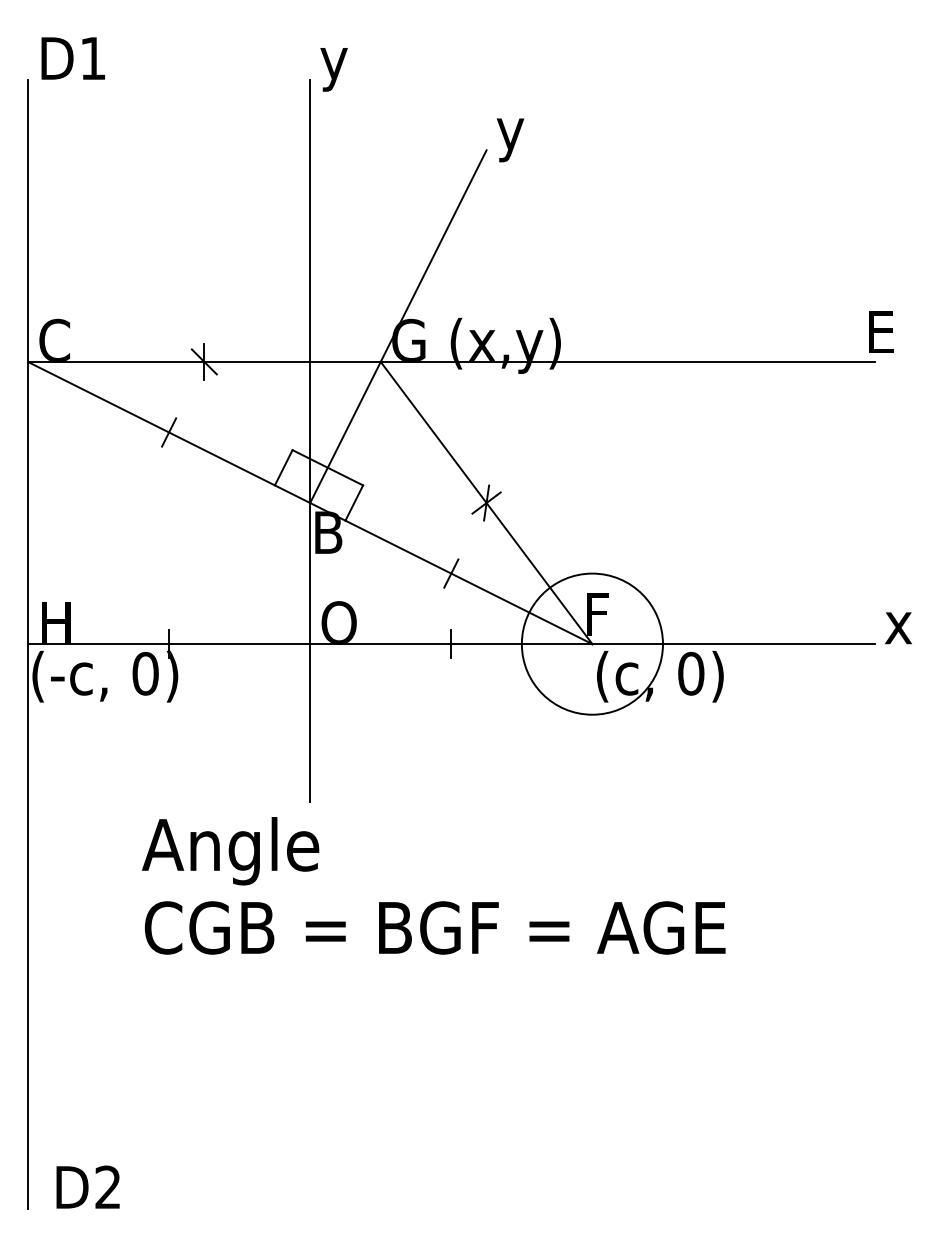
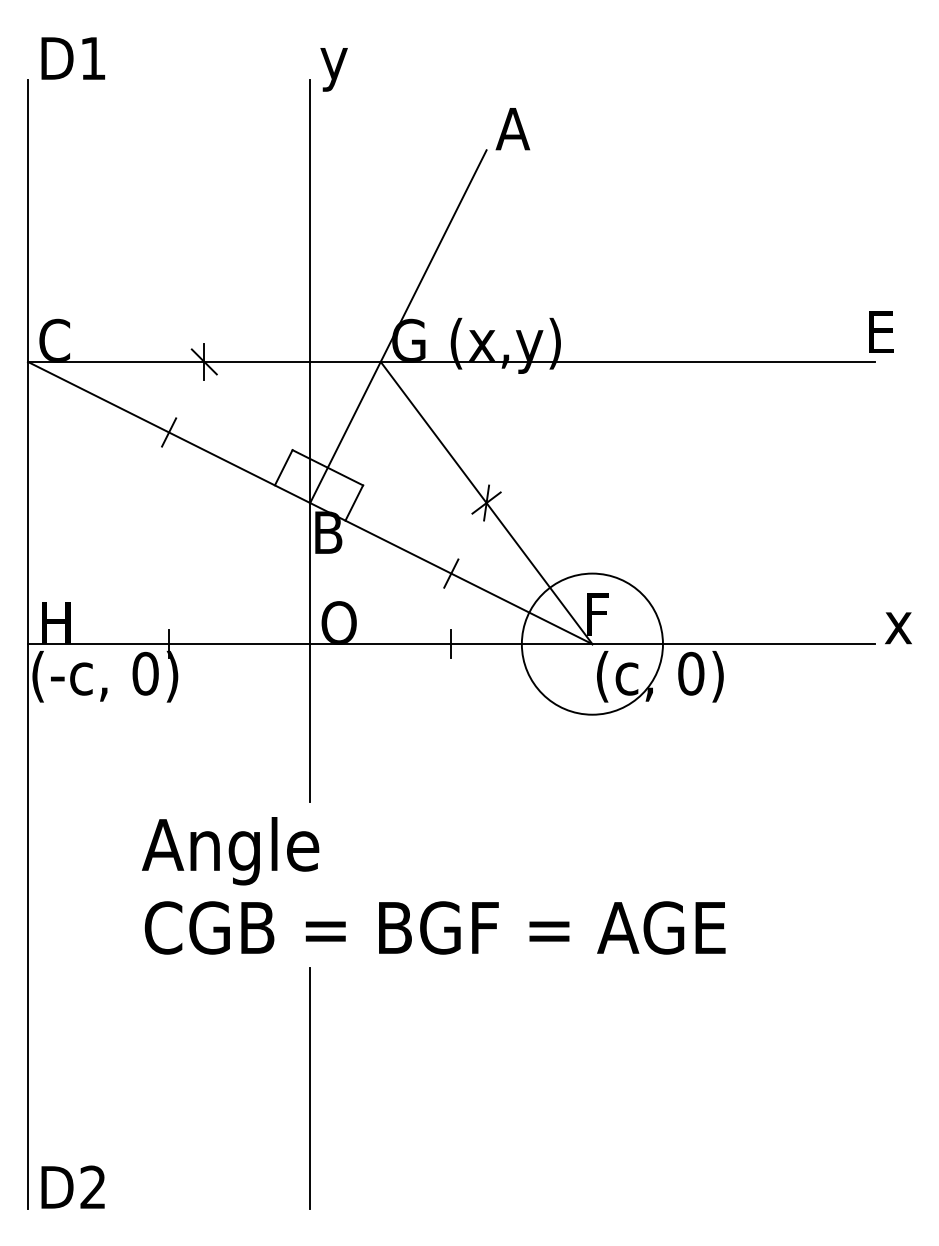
text at (512, 135): y -> A
line at (310, 1088): none -> present
text at (87, 1186) position: (87, 1186) -> (72, 1186)
